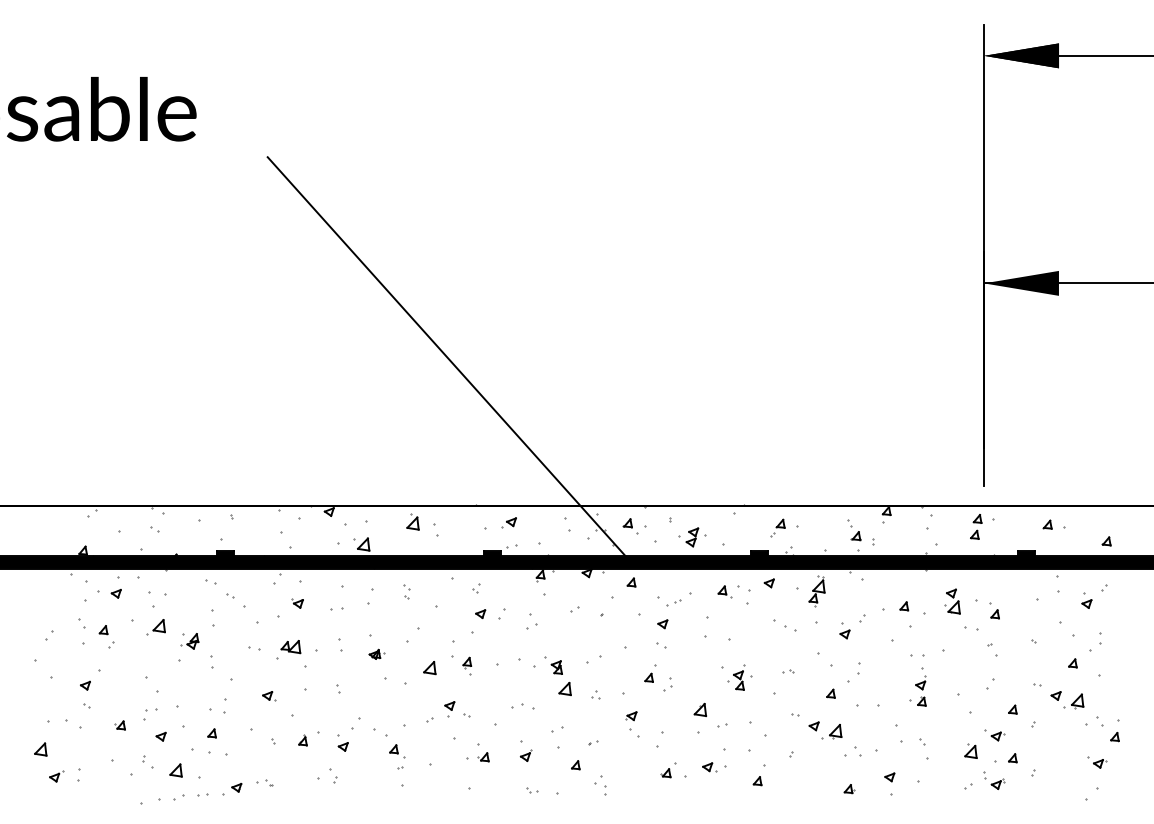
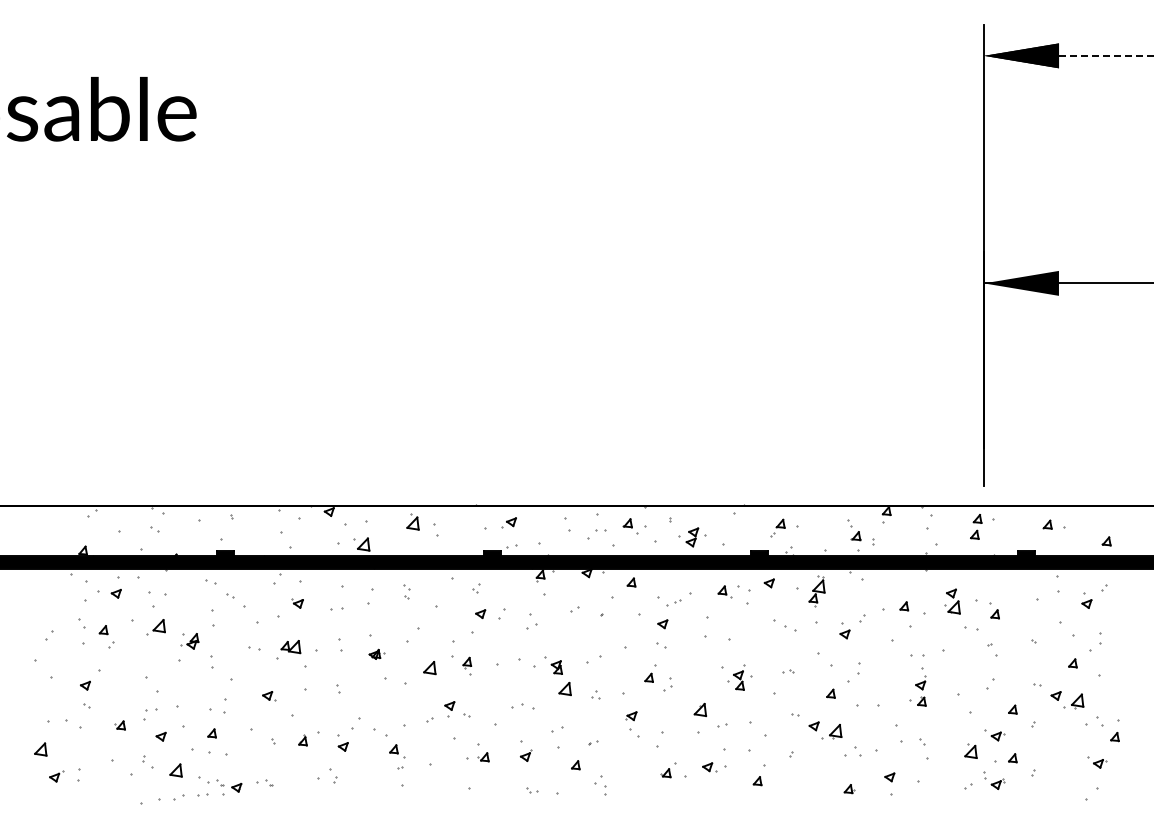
line at (1106, 55): solid -> dashed
line at (446, 356): present -> none
part at (215, 782): none -> present
